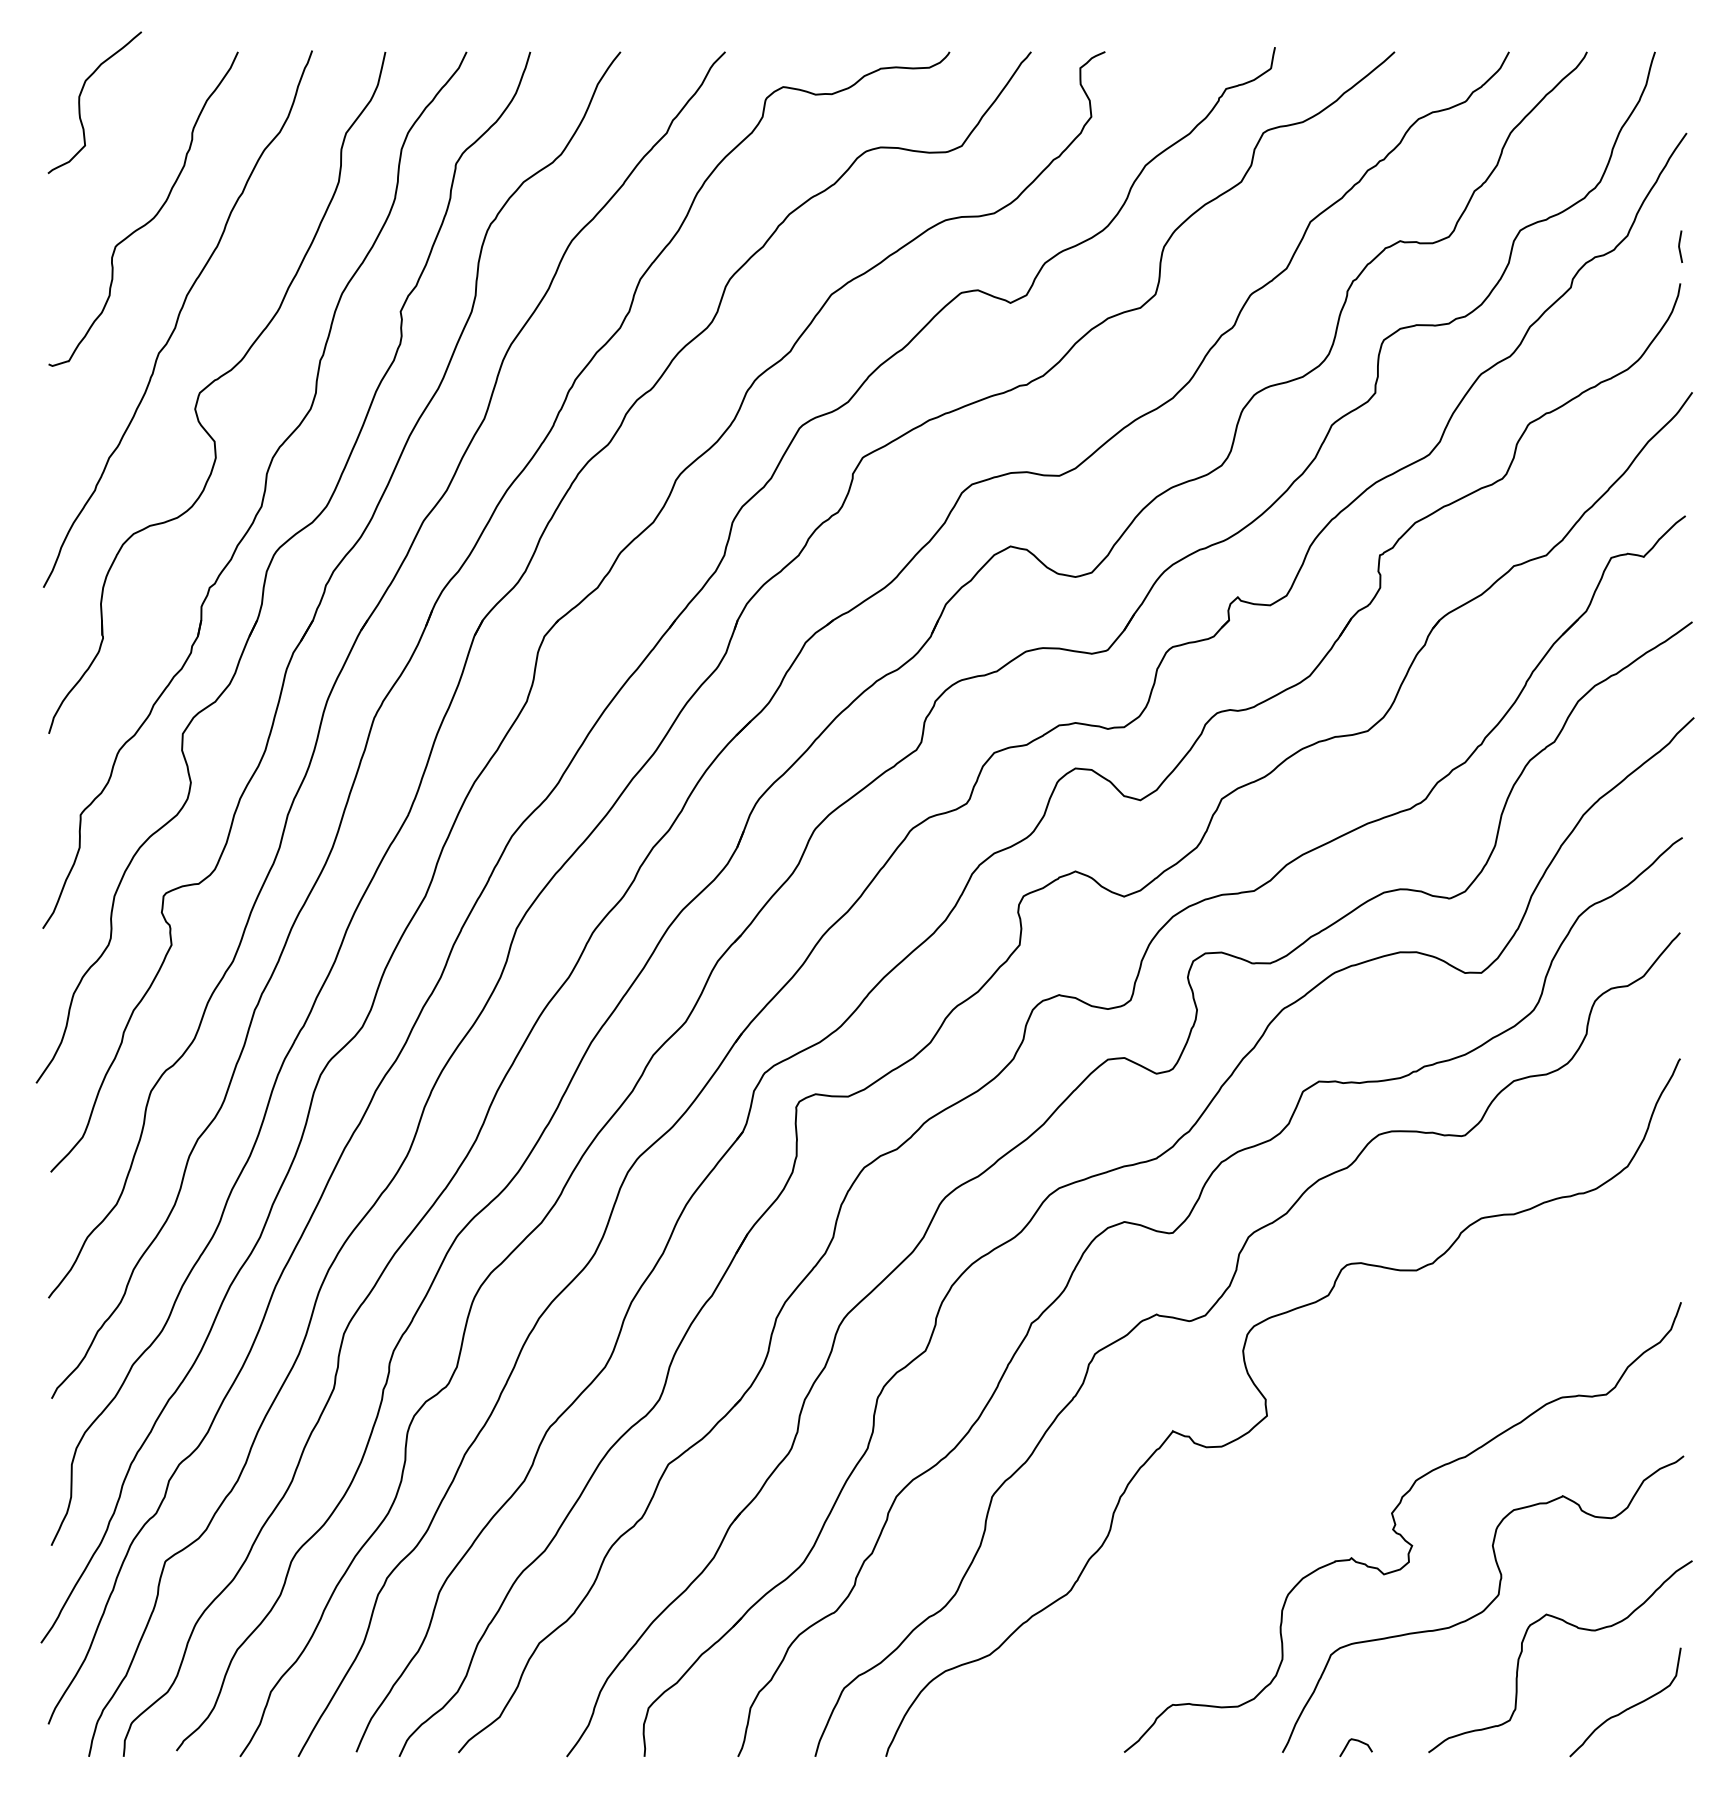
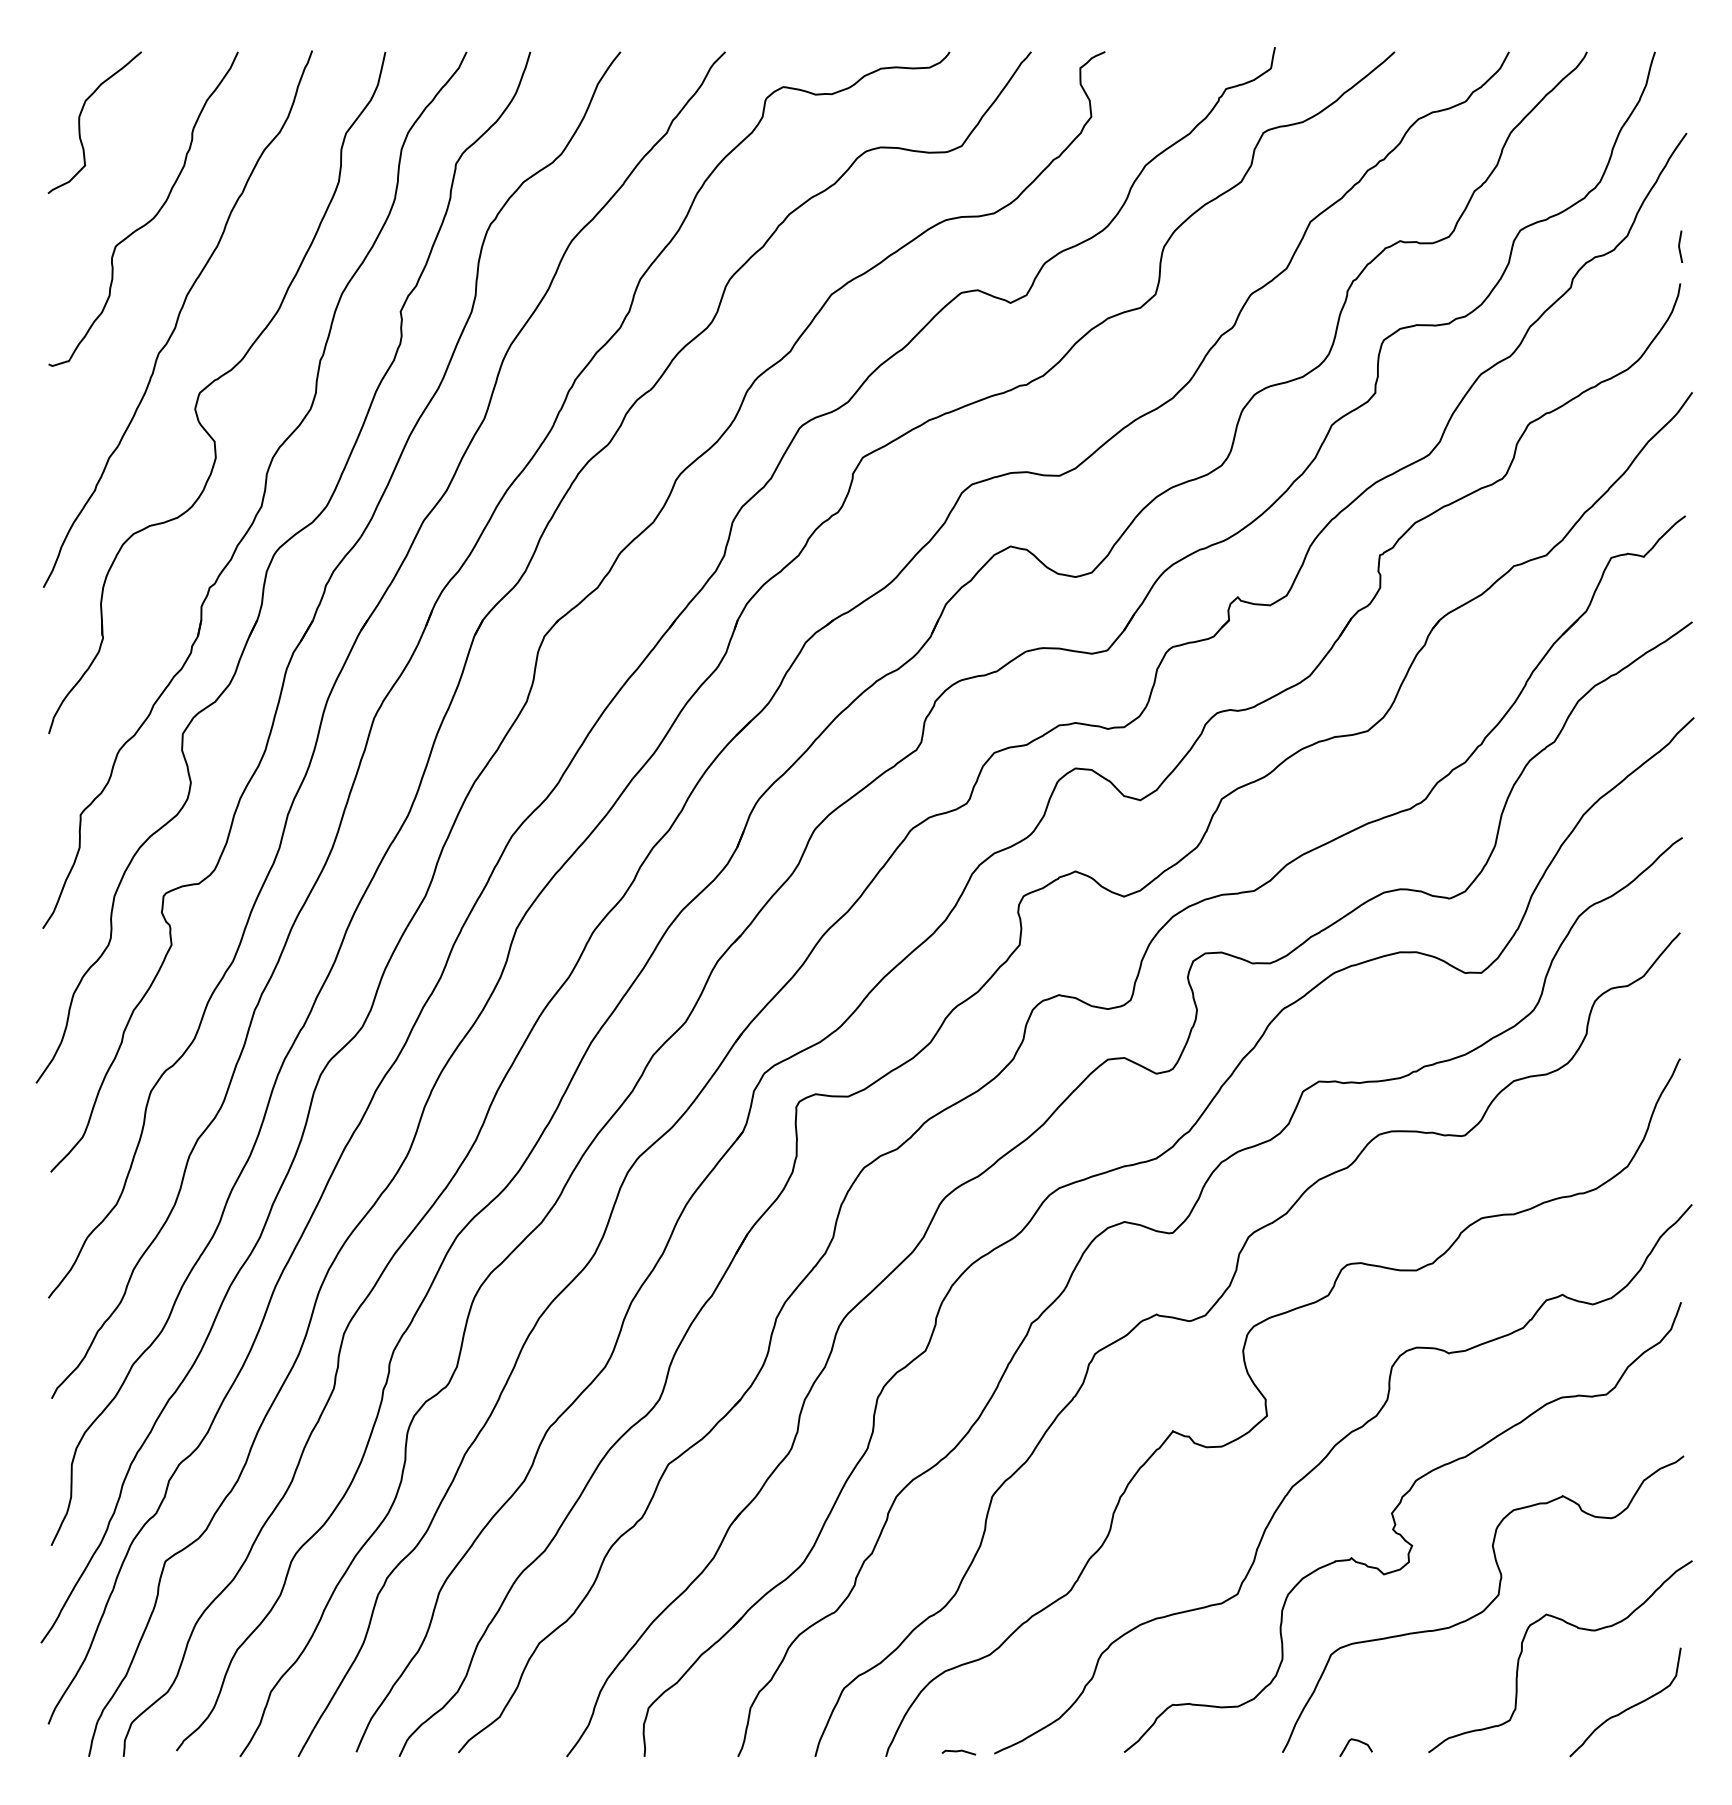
curve at (80, 101) position: (80, 101) -> (80, 121)
curve at (1321, 1463): none -> present
line at (958, 1751): none -> present
